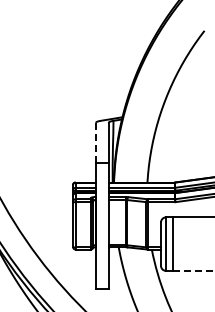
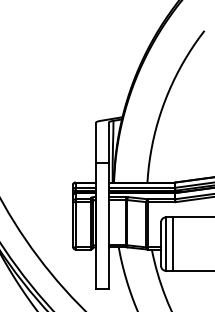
line at (96, 142): dashed -> solid
line at (193, 270): dashed -> solid
